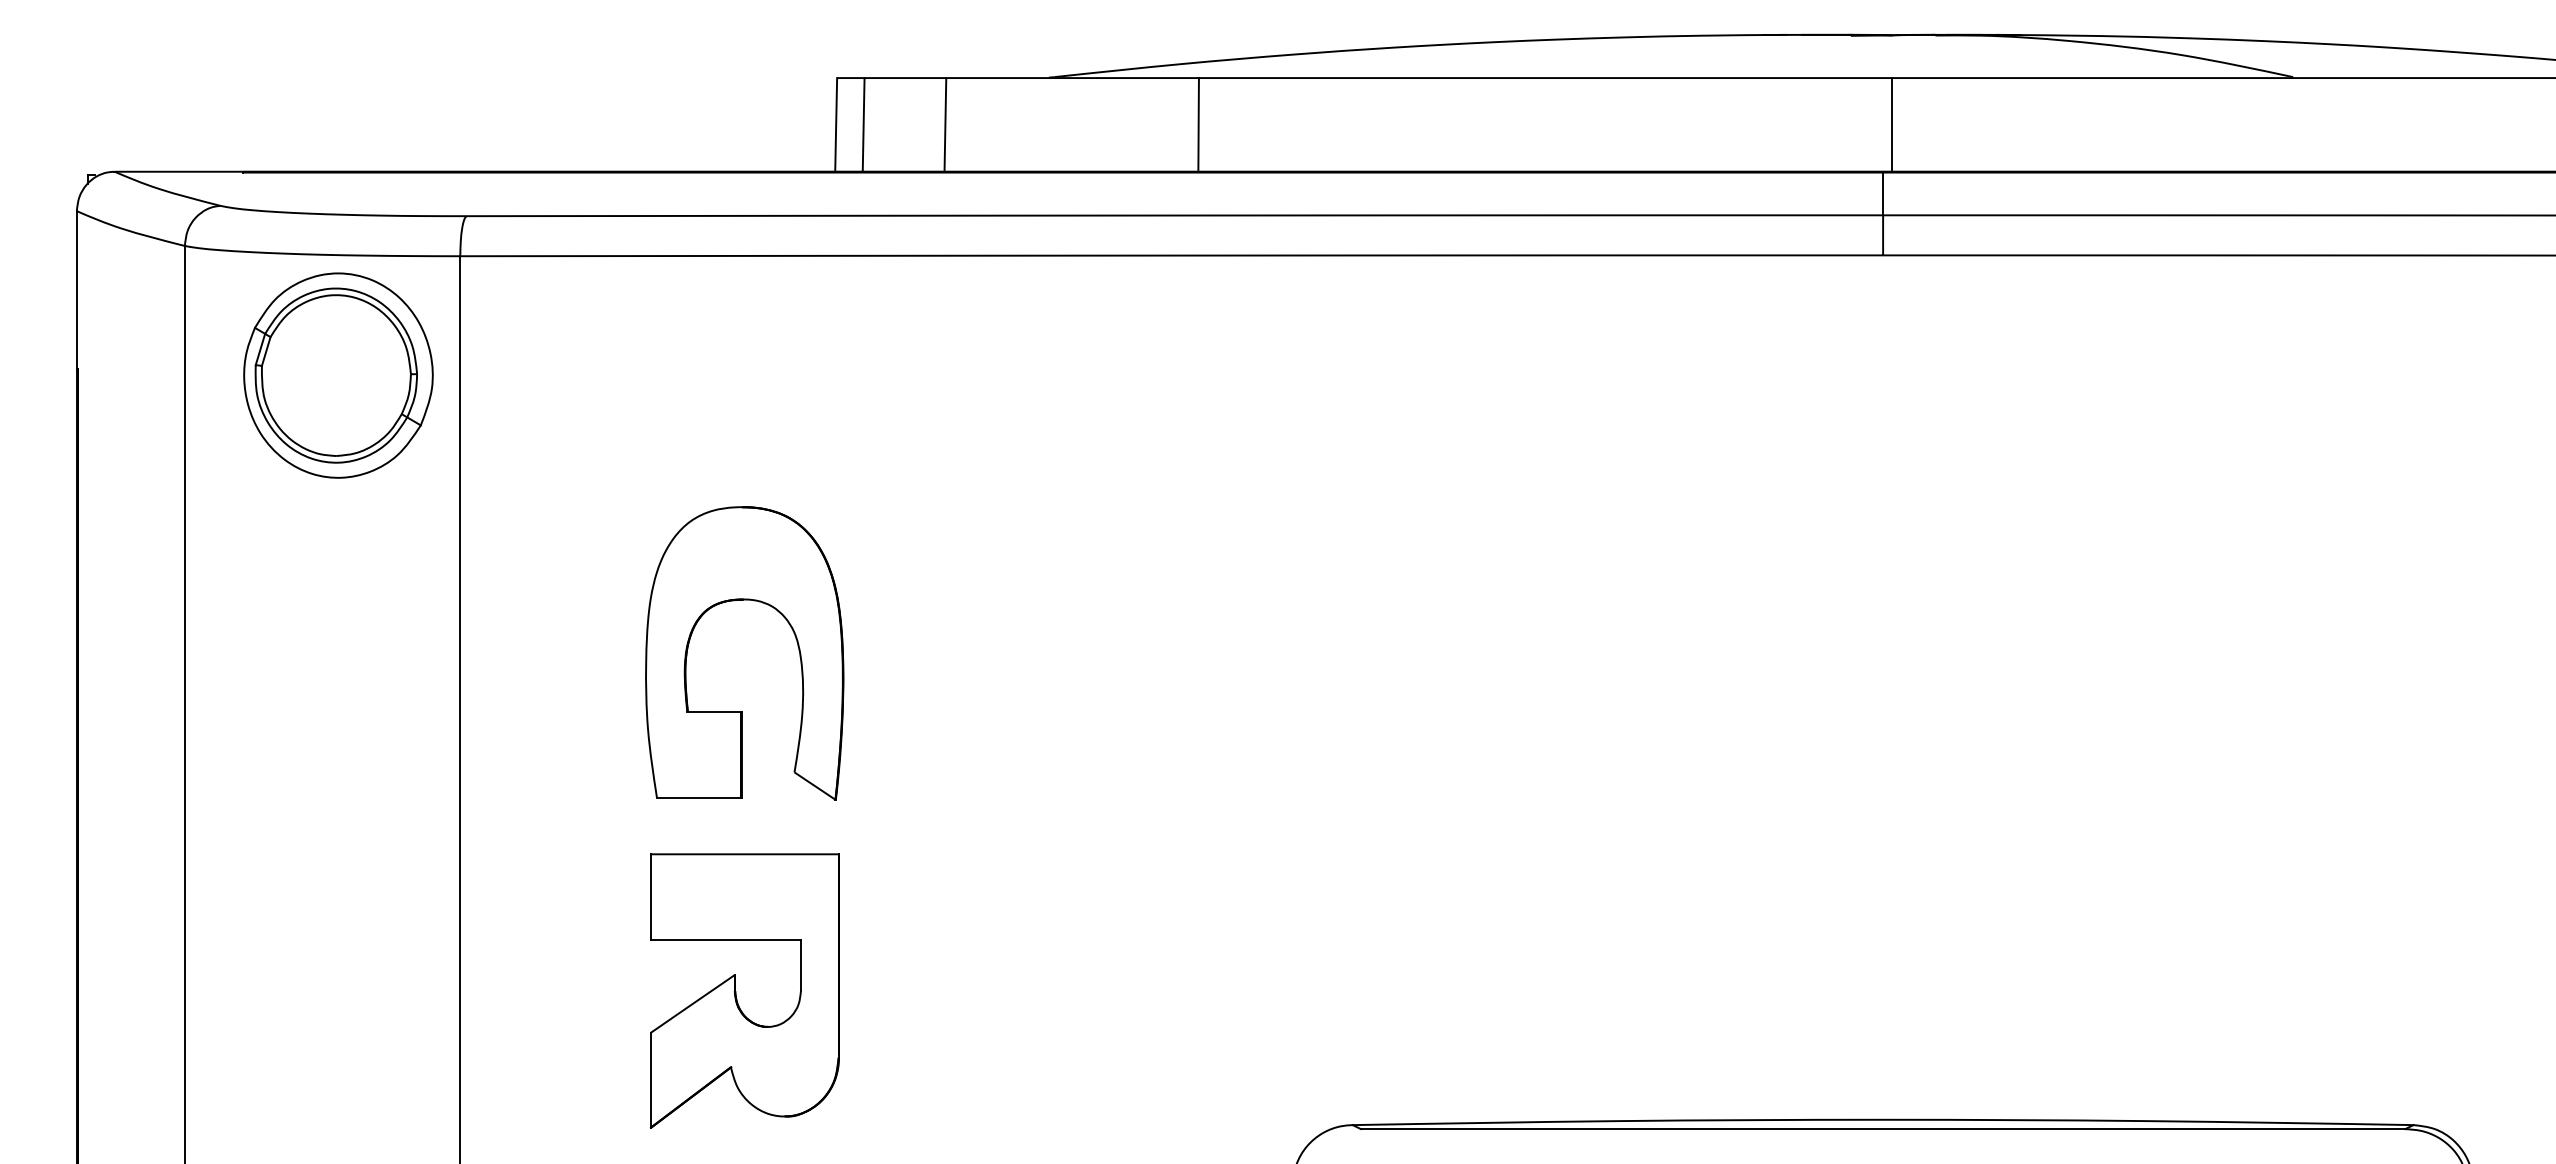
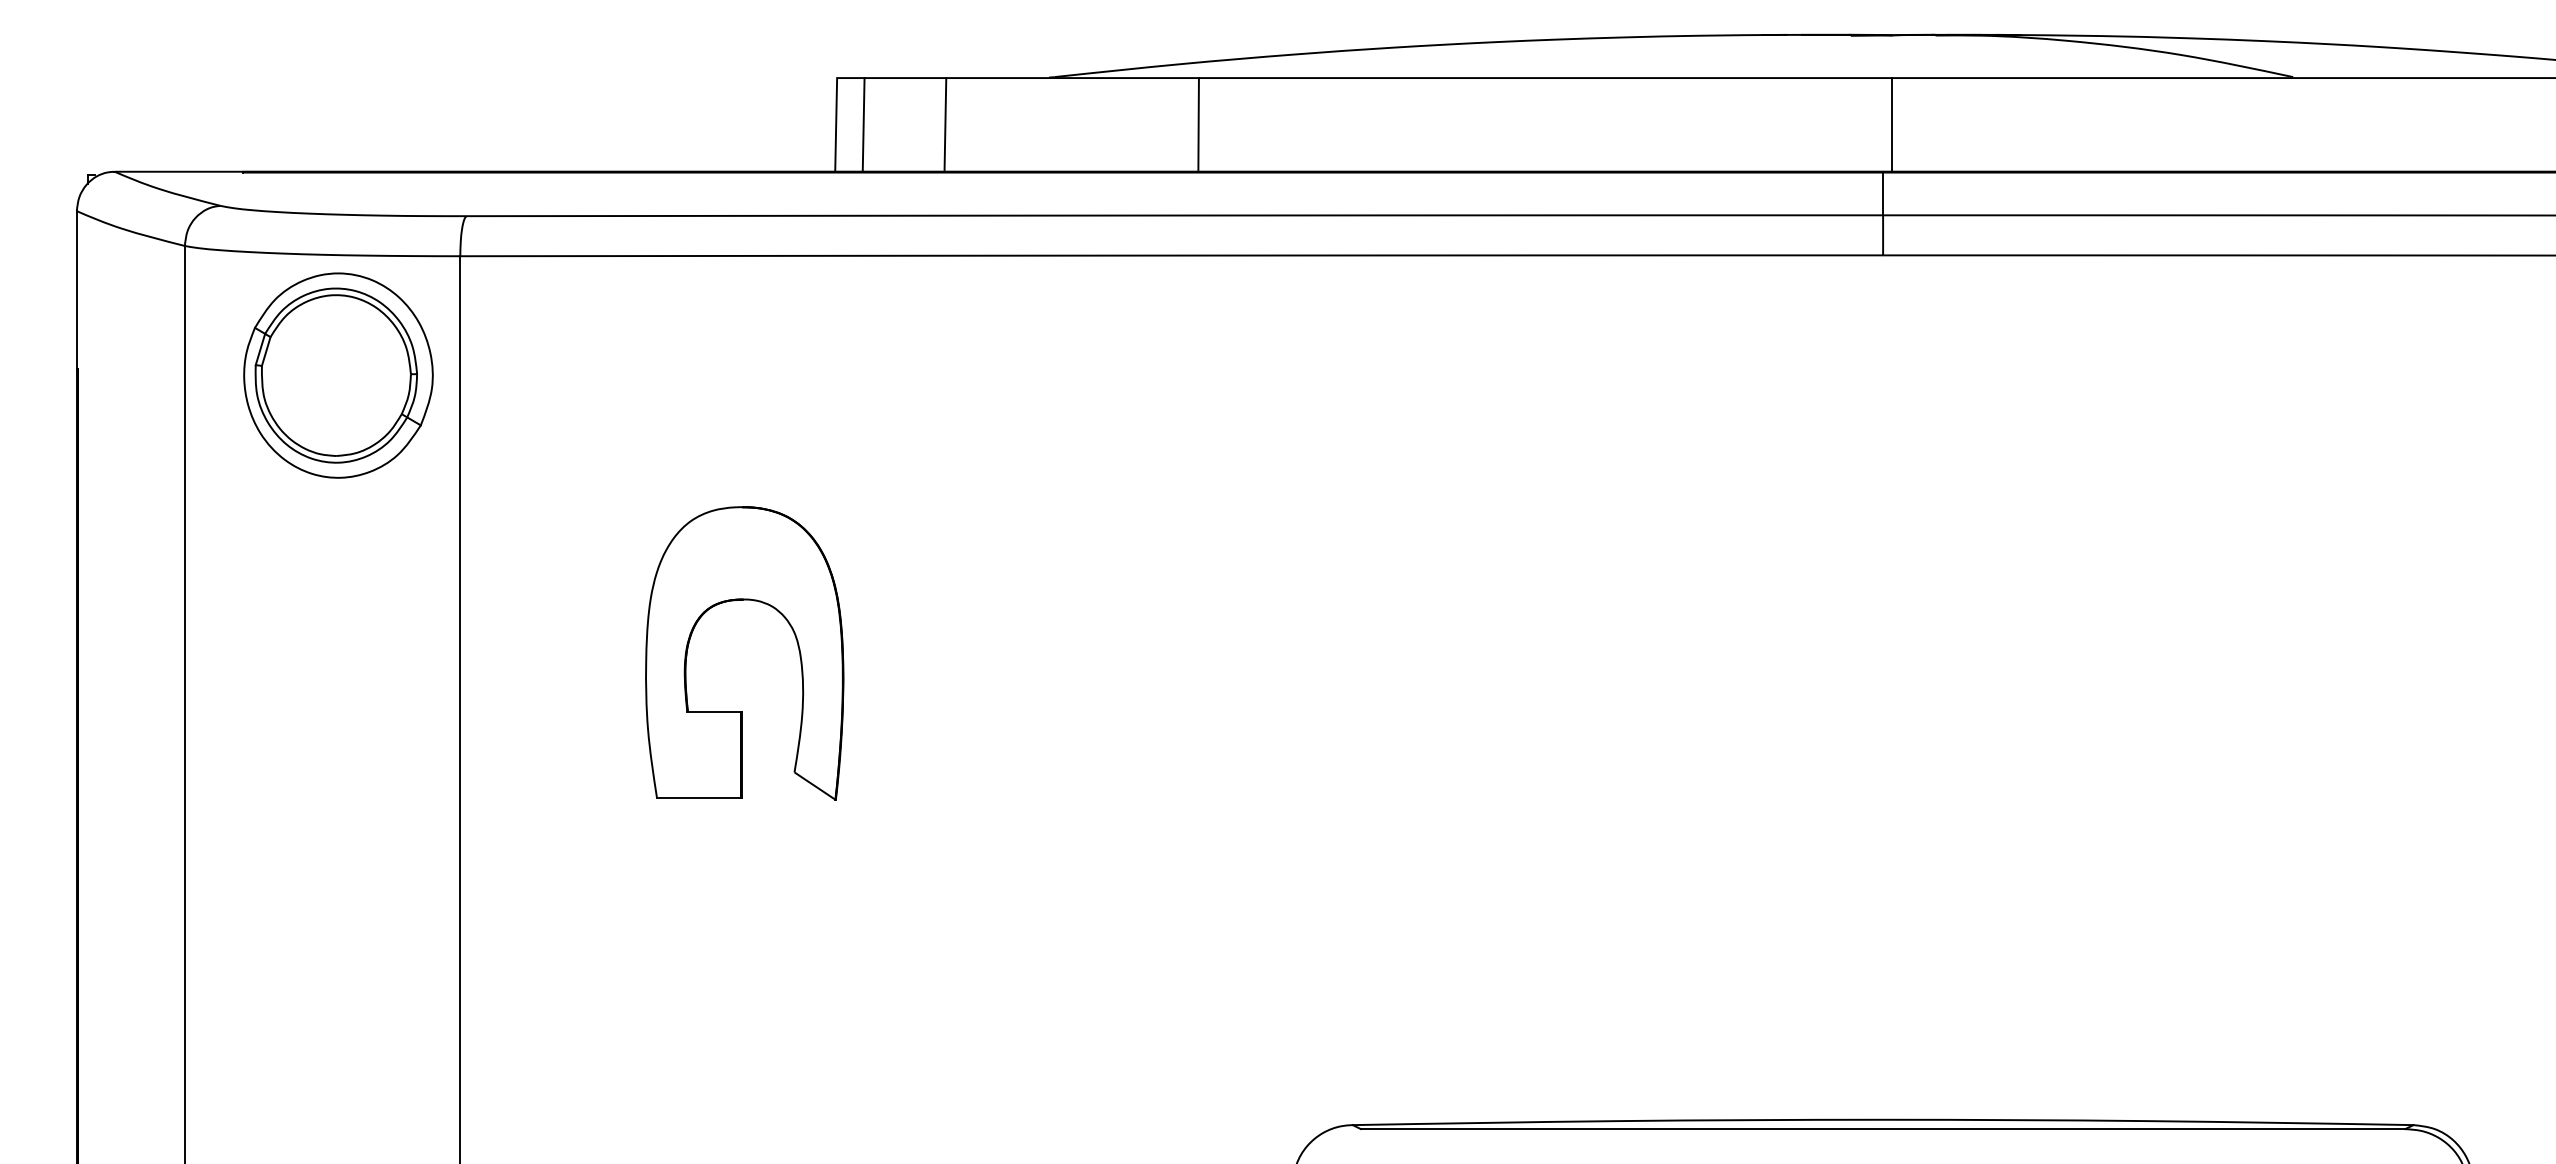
part at (736, 991): present -> none
